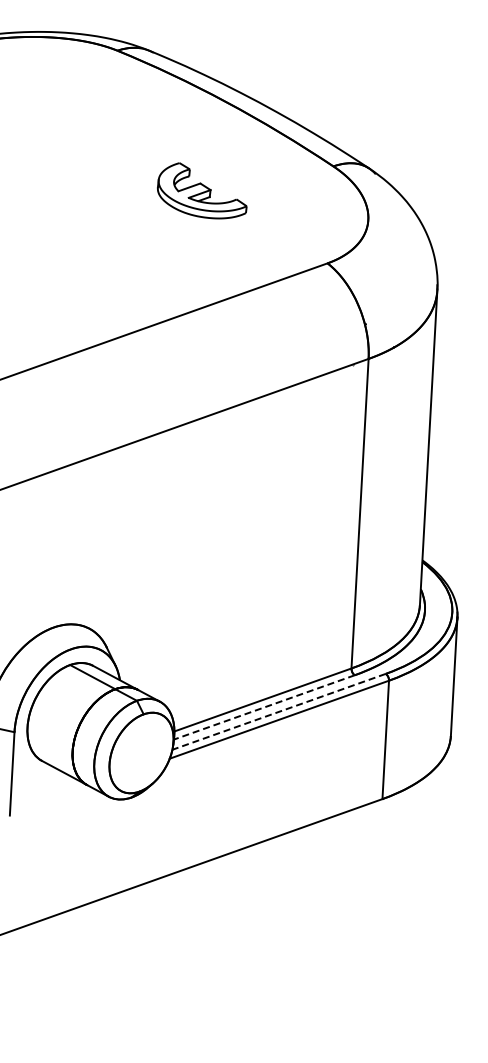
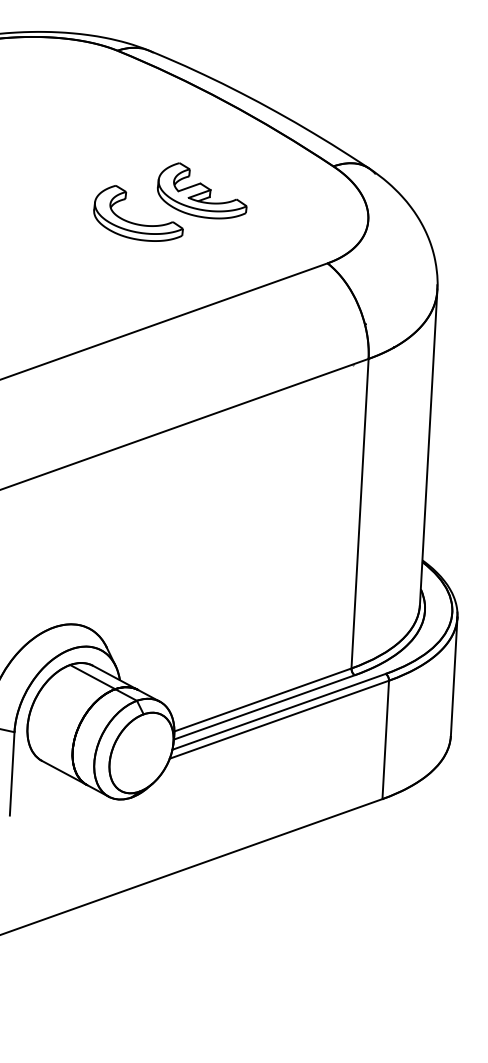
part at (134, 222): none -> present
line at (263, 707): dashed -> solid
line at (278, 712): dashed -> solid
